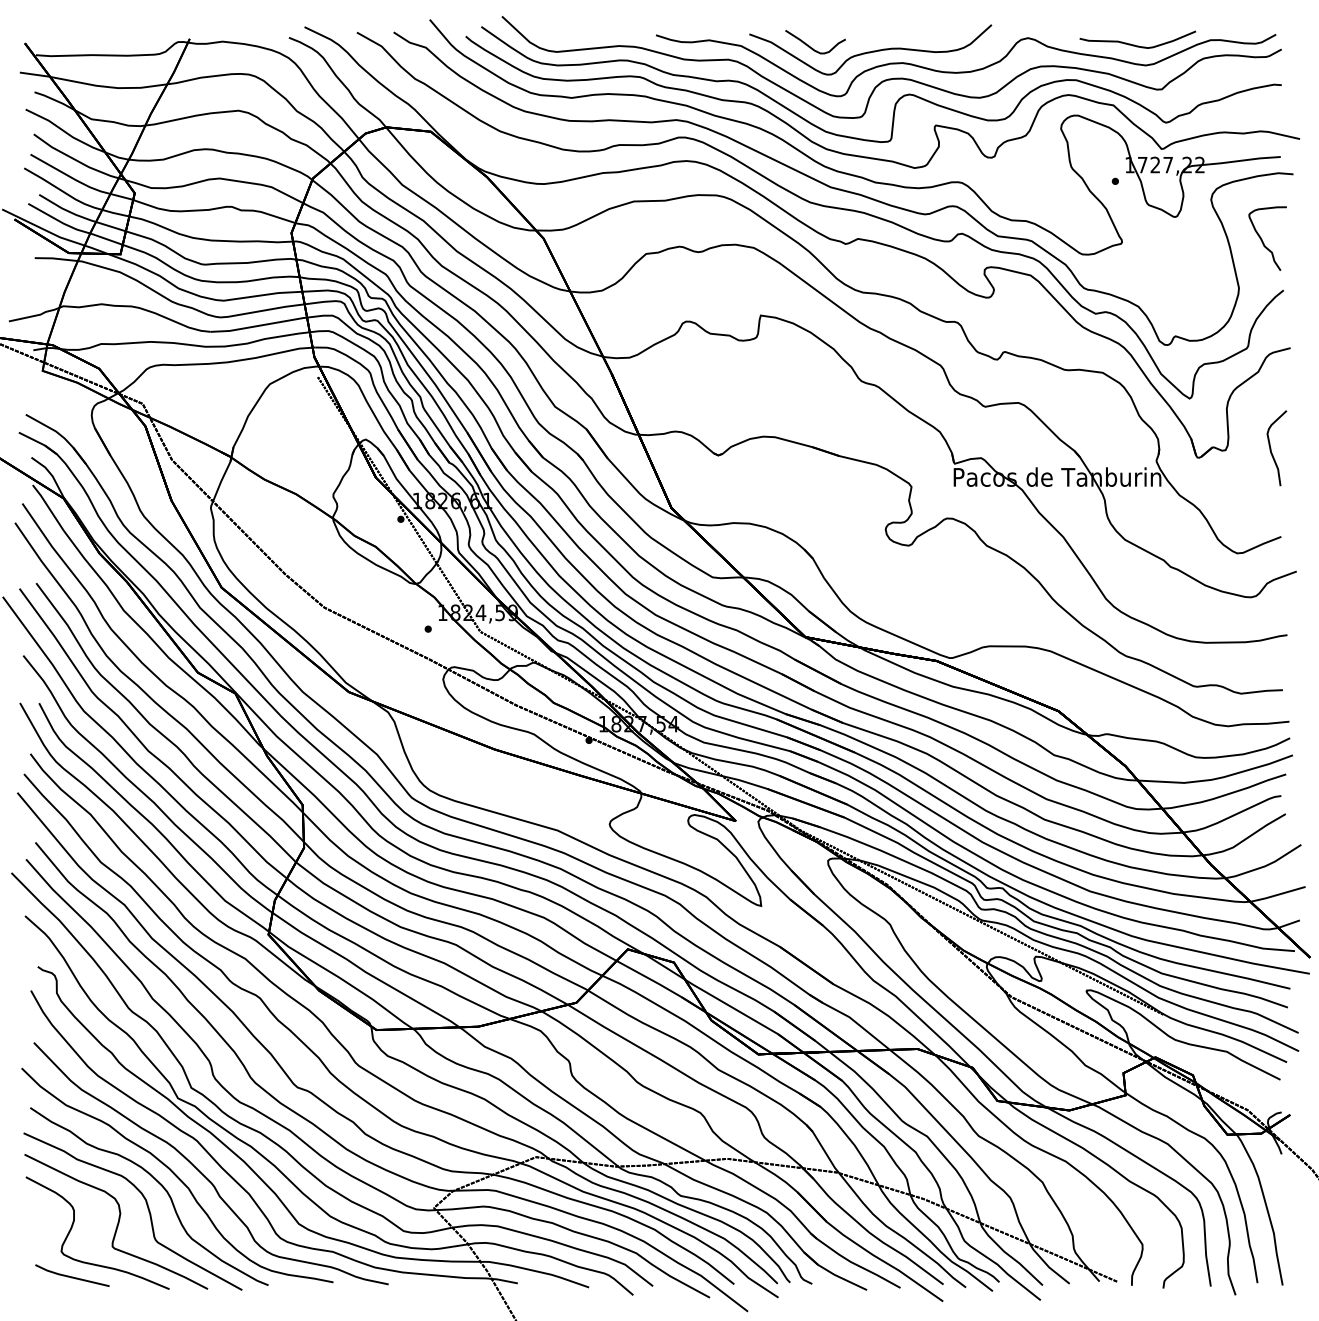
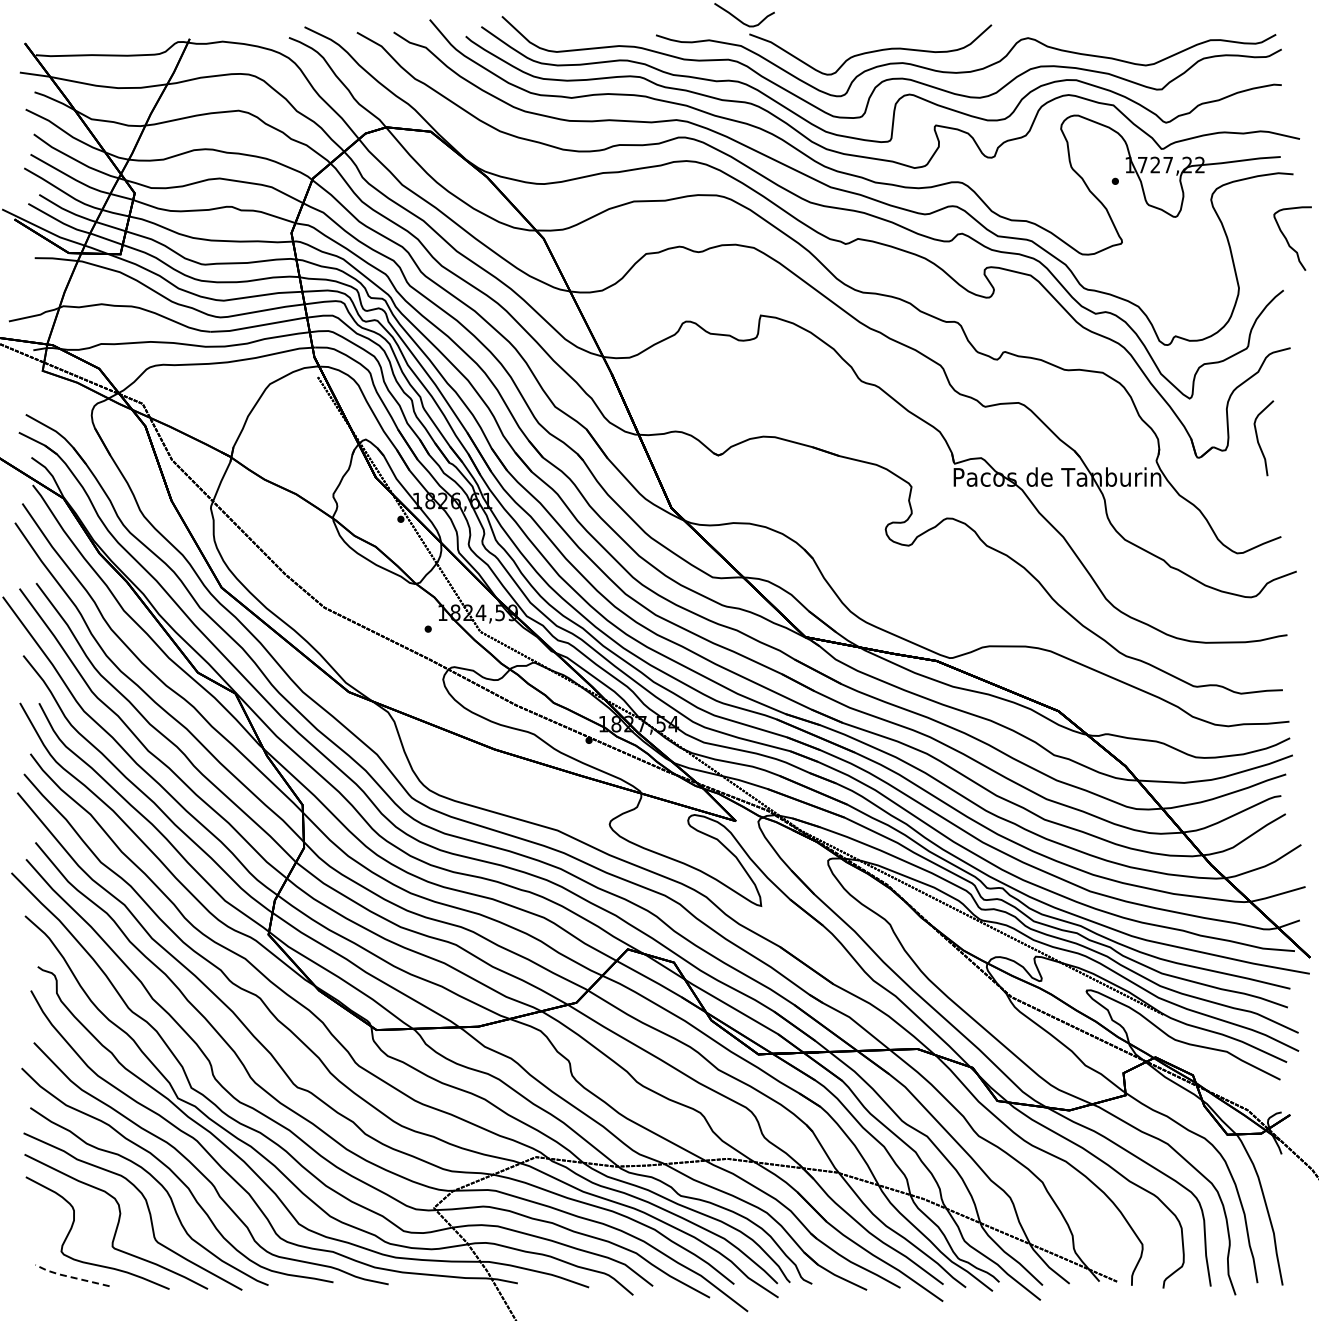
curve at (1134, 44): present -> none
curve at (812, 47) position: (812, 47) -> (741, 20)
curve at (1263, 241) position: (1263, 241) -> (1288, 241)
curve at (1271, 448) position: (1271, 448) -> (1258, 438)
line at (70, 1277): solid -> dashed
